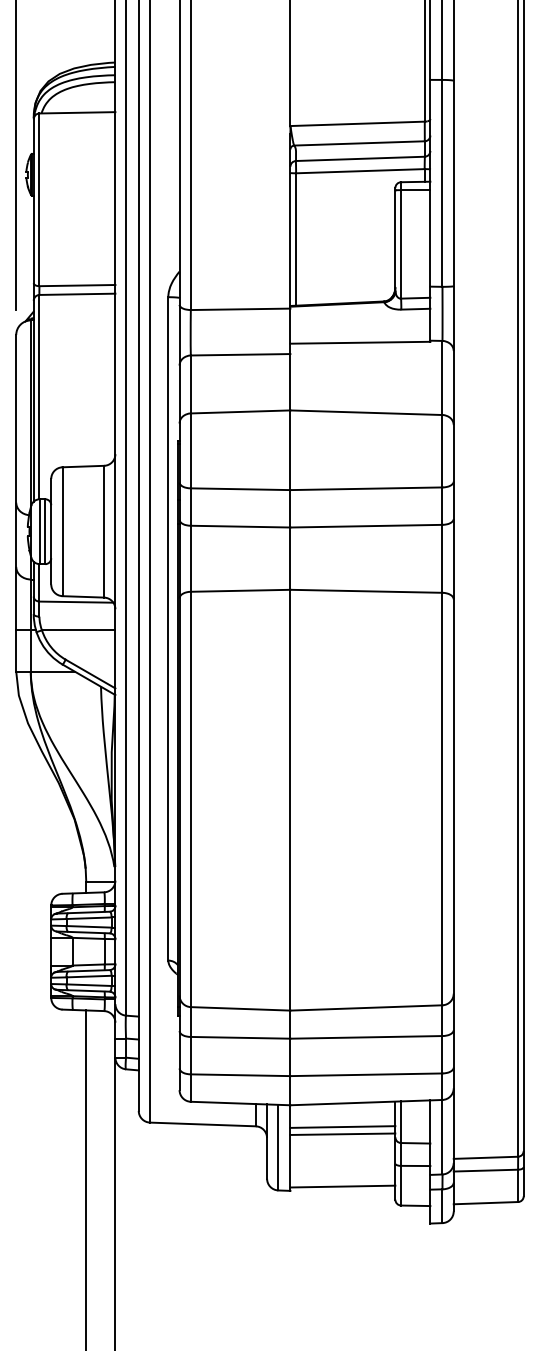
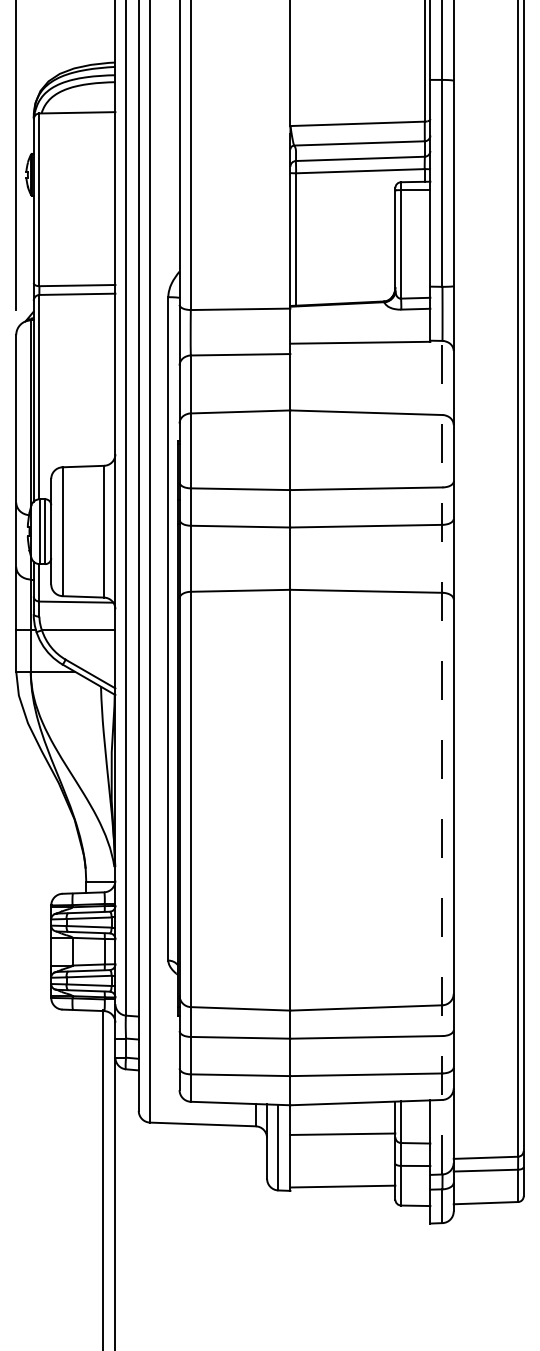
line at (442, 757): solid -> dashed
line at (342, 1126): present -> none
line at (86, 1178) position: (86, 1178) -> (103, 1178)
